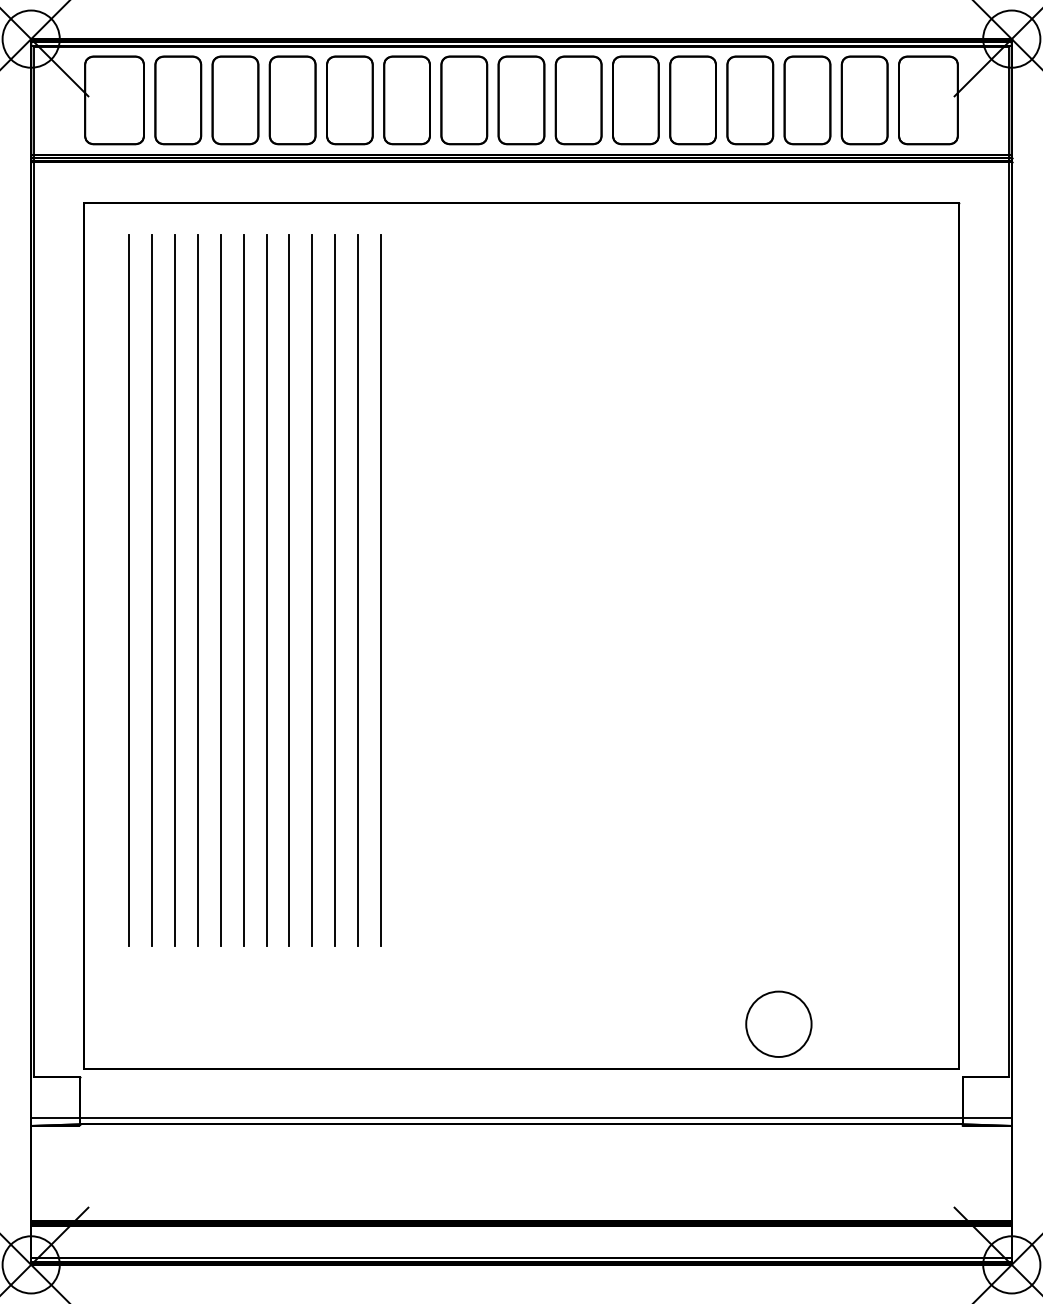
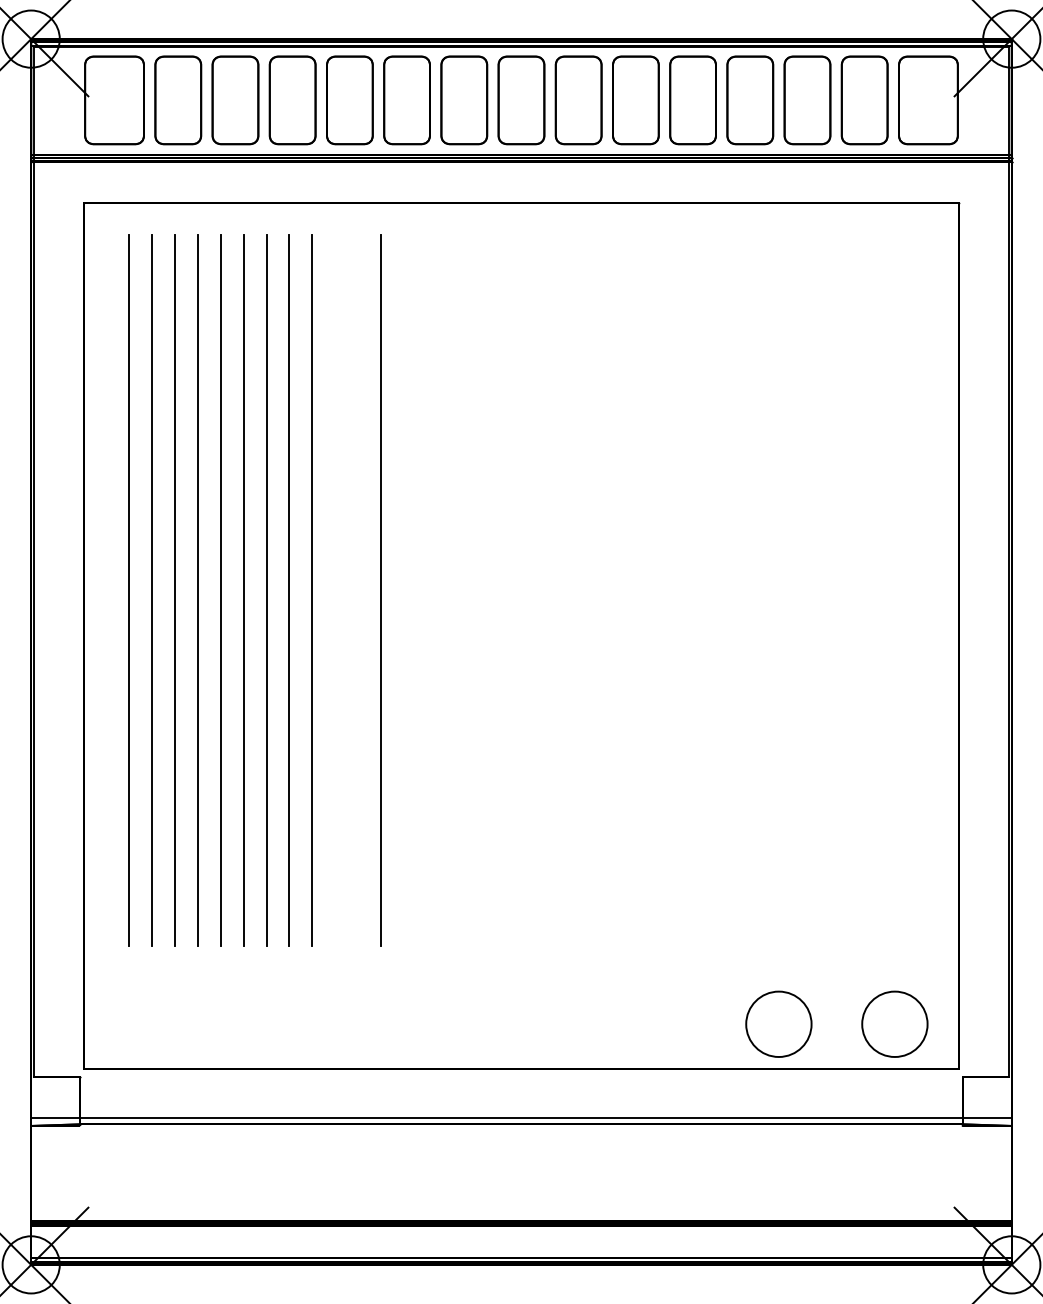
line at (335, 590): present -> none
line at (358, 590): present -> none
circle at (894, 1023): none -> present
